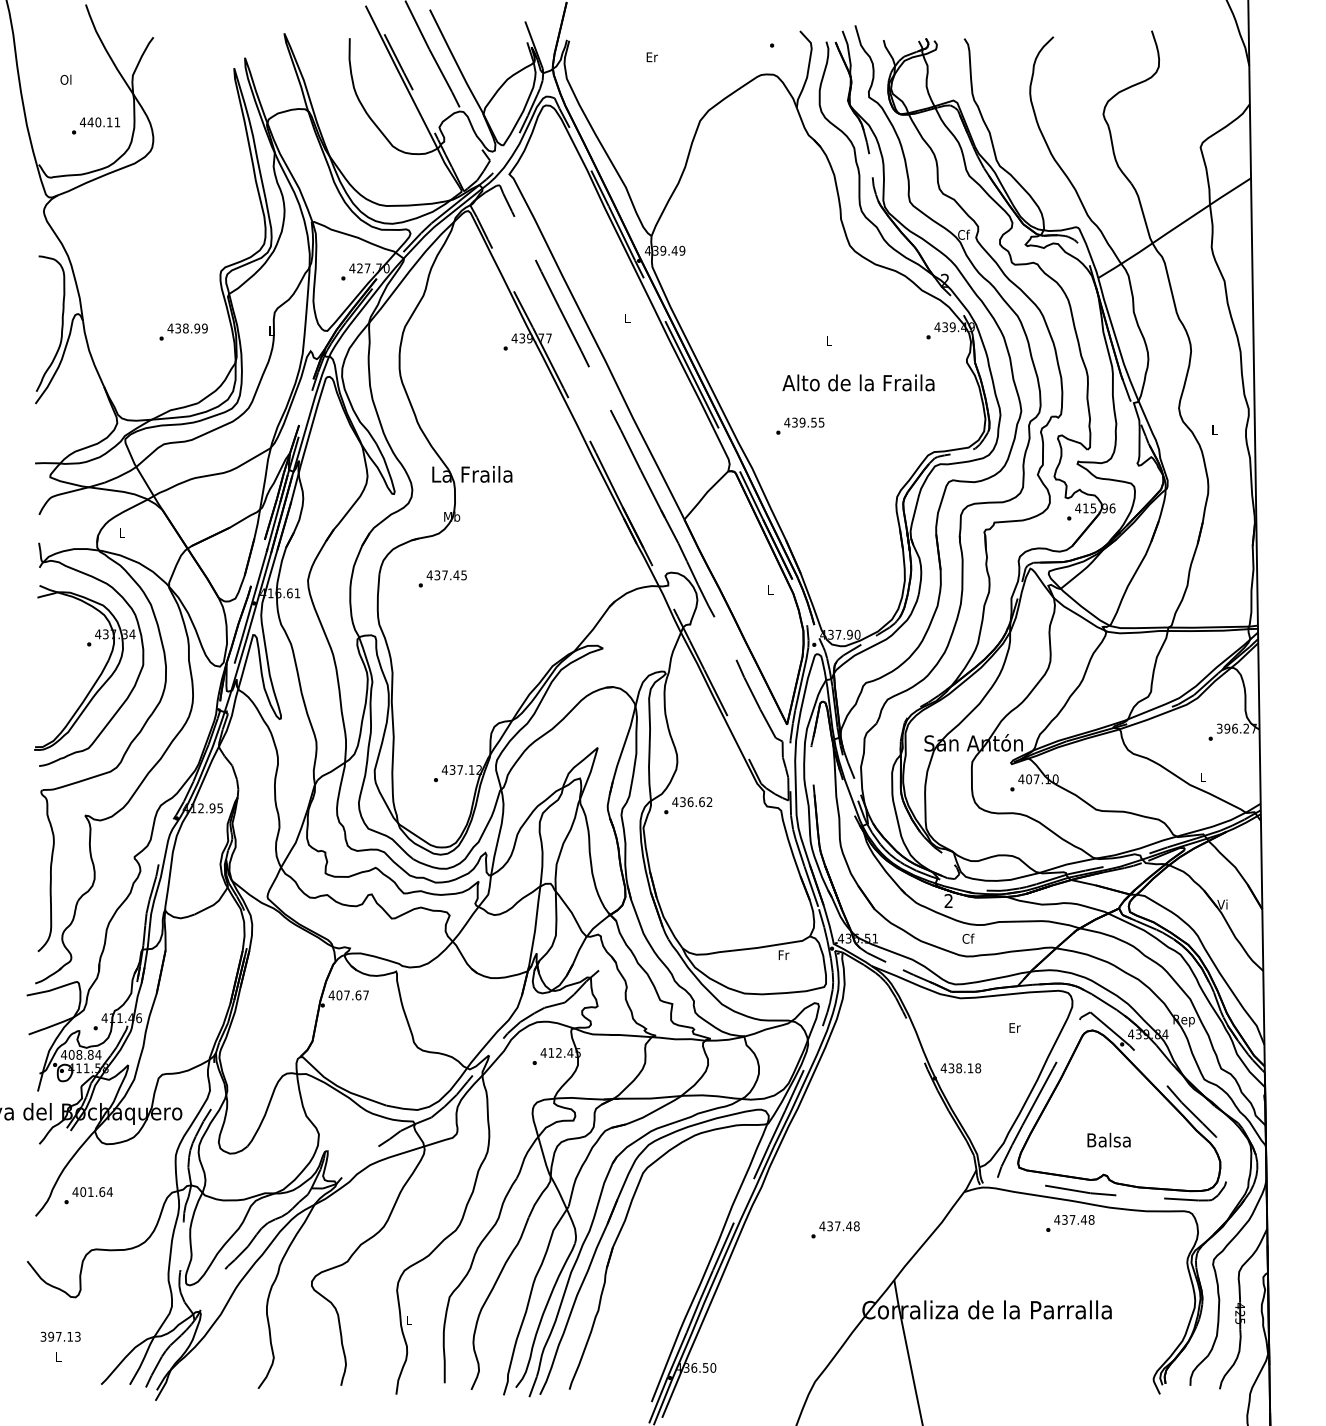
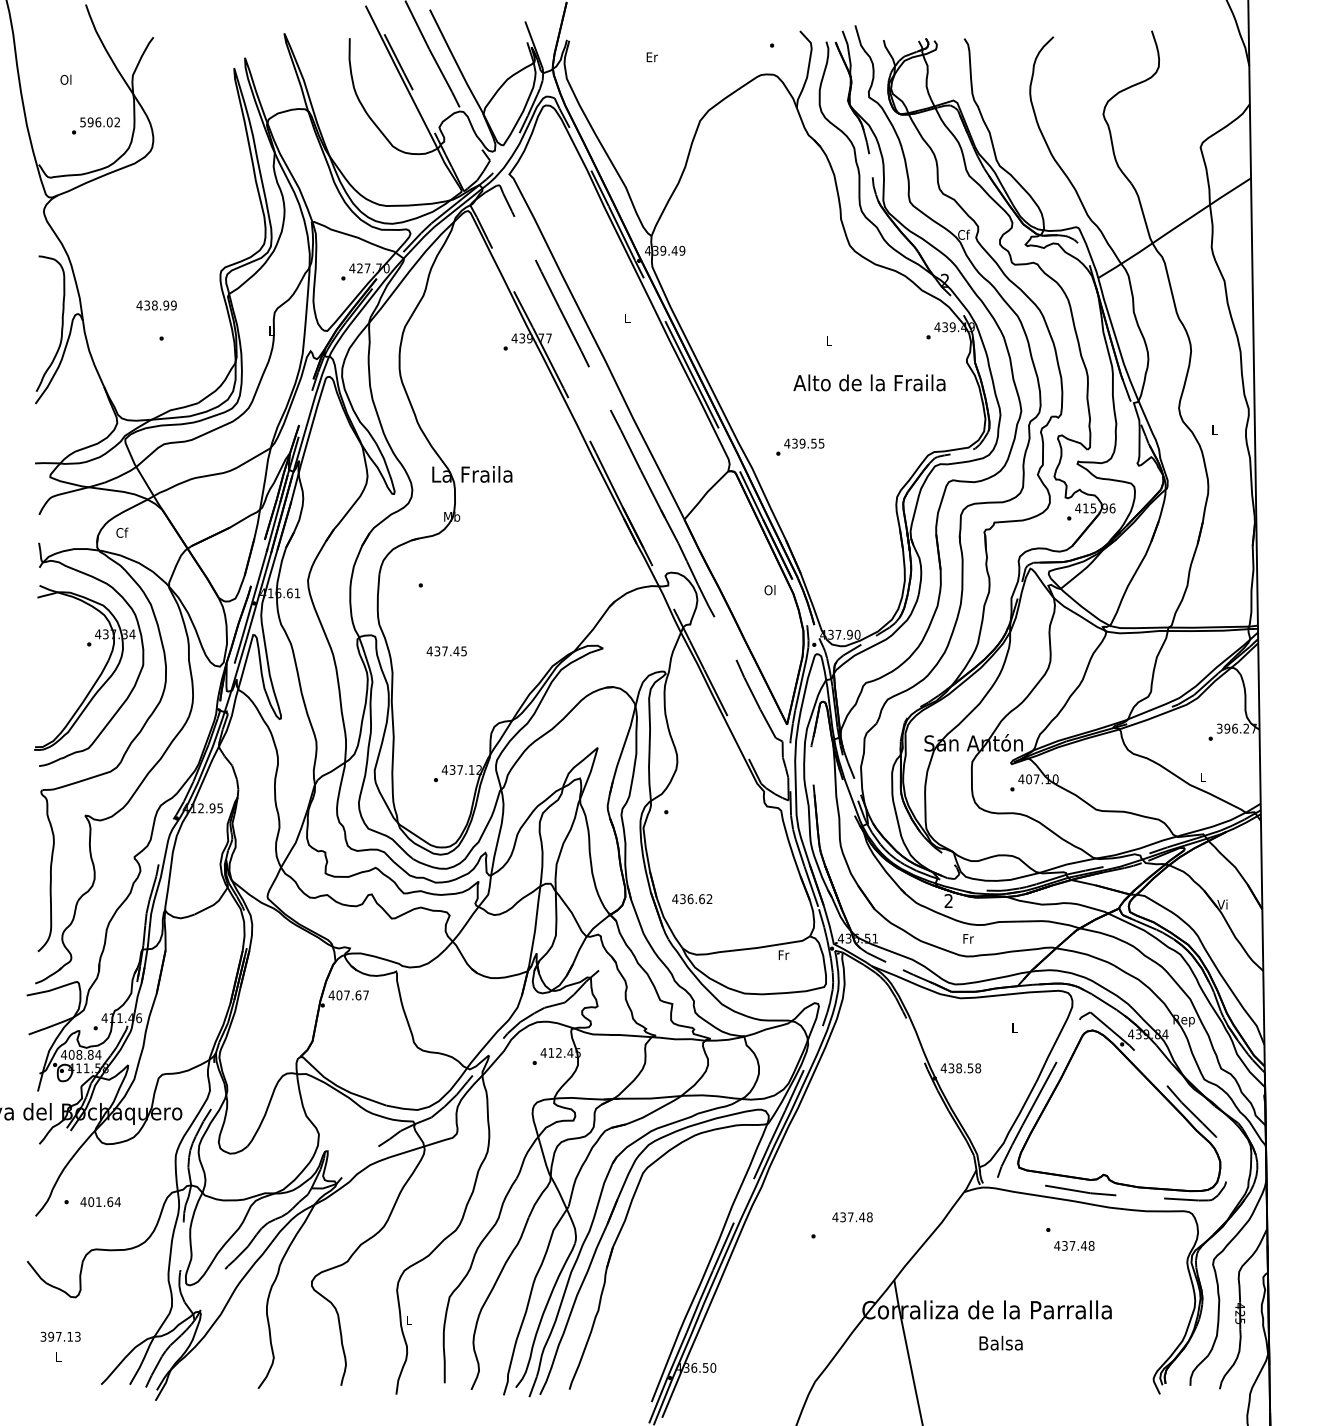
text at (99, 122): 440.11 -> 596.02
text at (187, 328) position: (187, 328) -> (156, 305)
text at (858, 382) position: (858, 382) -> (869, 382)
text at (800, 425) position: (800, 425) -> (800, 446)
text at (122, 532): L -> Cf
text at (446, 575) position: (446, 575) -> (446, 651)
text at (769, 590): L -> Ol
text at (692, 802) position: (692, 802) -> (692, 899)
text at (968, 938): Cf -> Fr
text at (1014, 1027): Er -> L
text at (970, 1068): 438.18 -> 438.58
text at (1108, 1139) position: (1108, 1139) -> (1000, 1342)
text at (92, 1191) position: (92, 1191) -> (100, 1201)
text at (1074, 1219) position: (1074, 1219) -> (1074, 1245)
text at (839, 1226) position: (839, 1226) -> (852, 1217)
